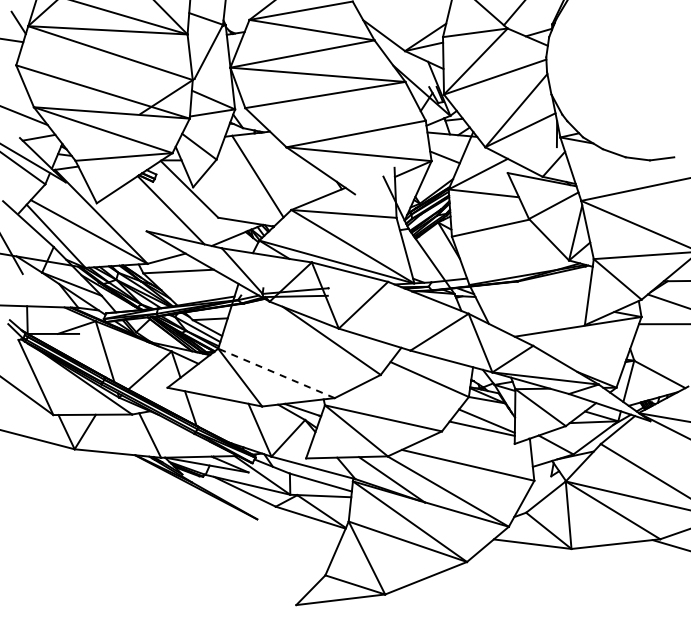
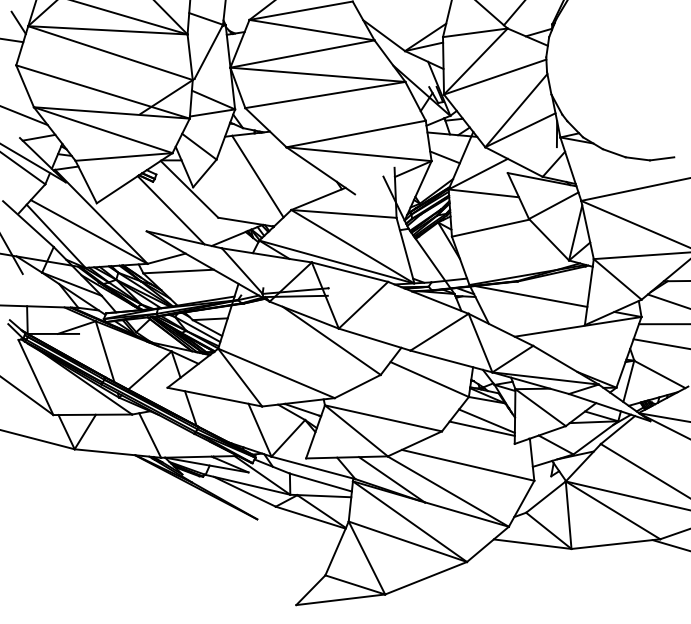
line at (531, 296): none -> present
line at (660, 343): none -> present
line at (276, 373): dashed -> solid
